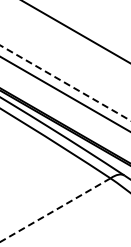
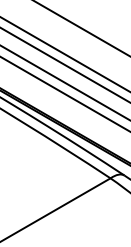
line at (75, 31) position: (75, 31) -> (81, 28)
line at (64, 54): none -> present
line at (64, 64): none -> present
line at (64, 82): dashed -> solid
line at (55, 210): dashed -> solid
